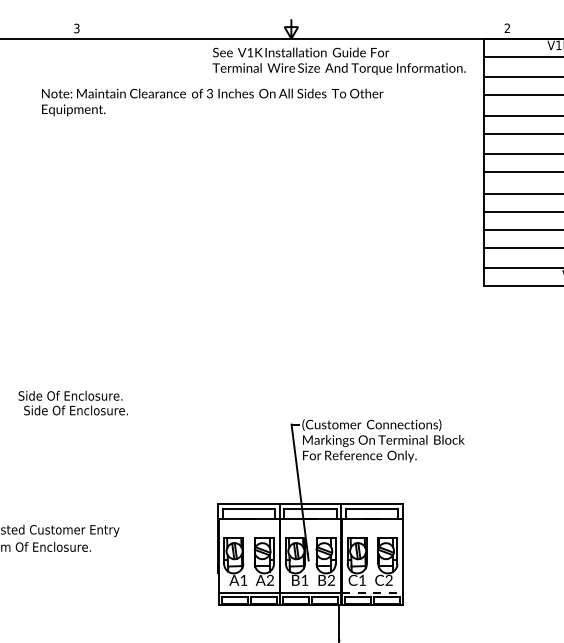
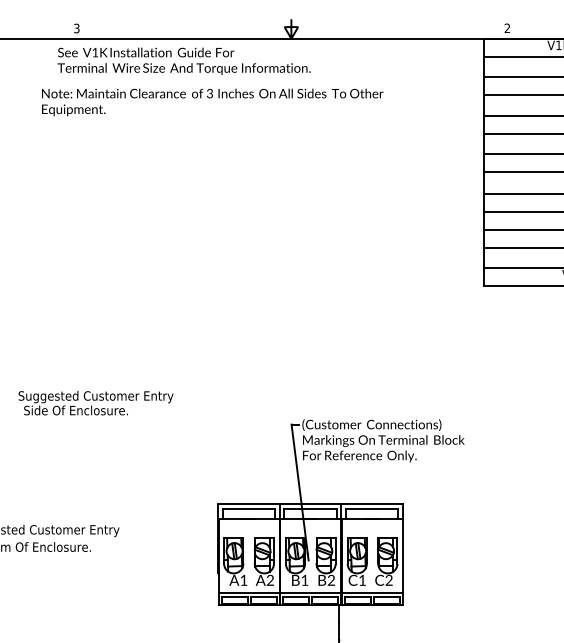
text at (338, 60) position: (338, 60) -> (183, 60)
text at (99, 396): Side Of Enclosure. -> Suggested Customer Entry
line at (372, 592): dashed -> solid
